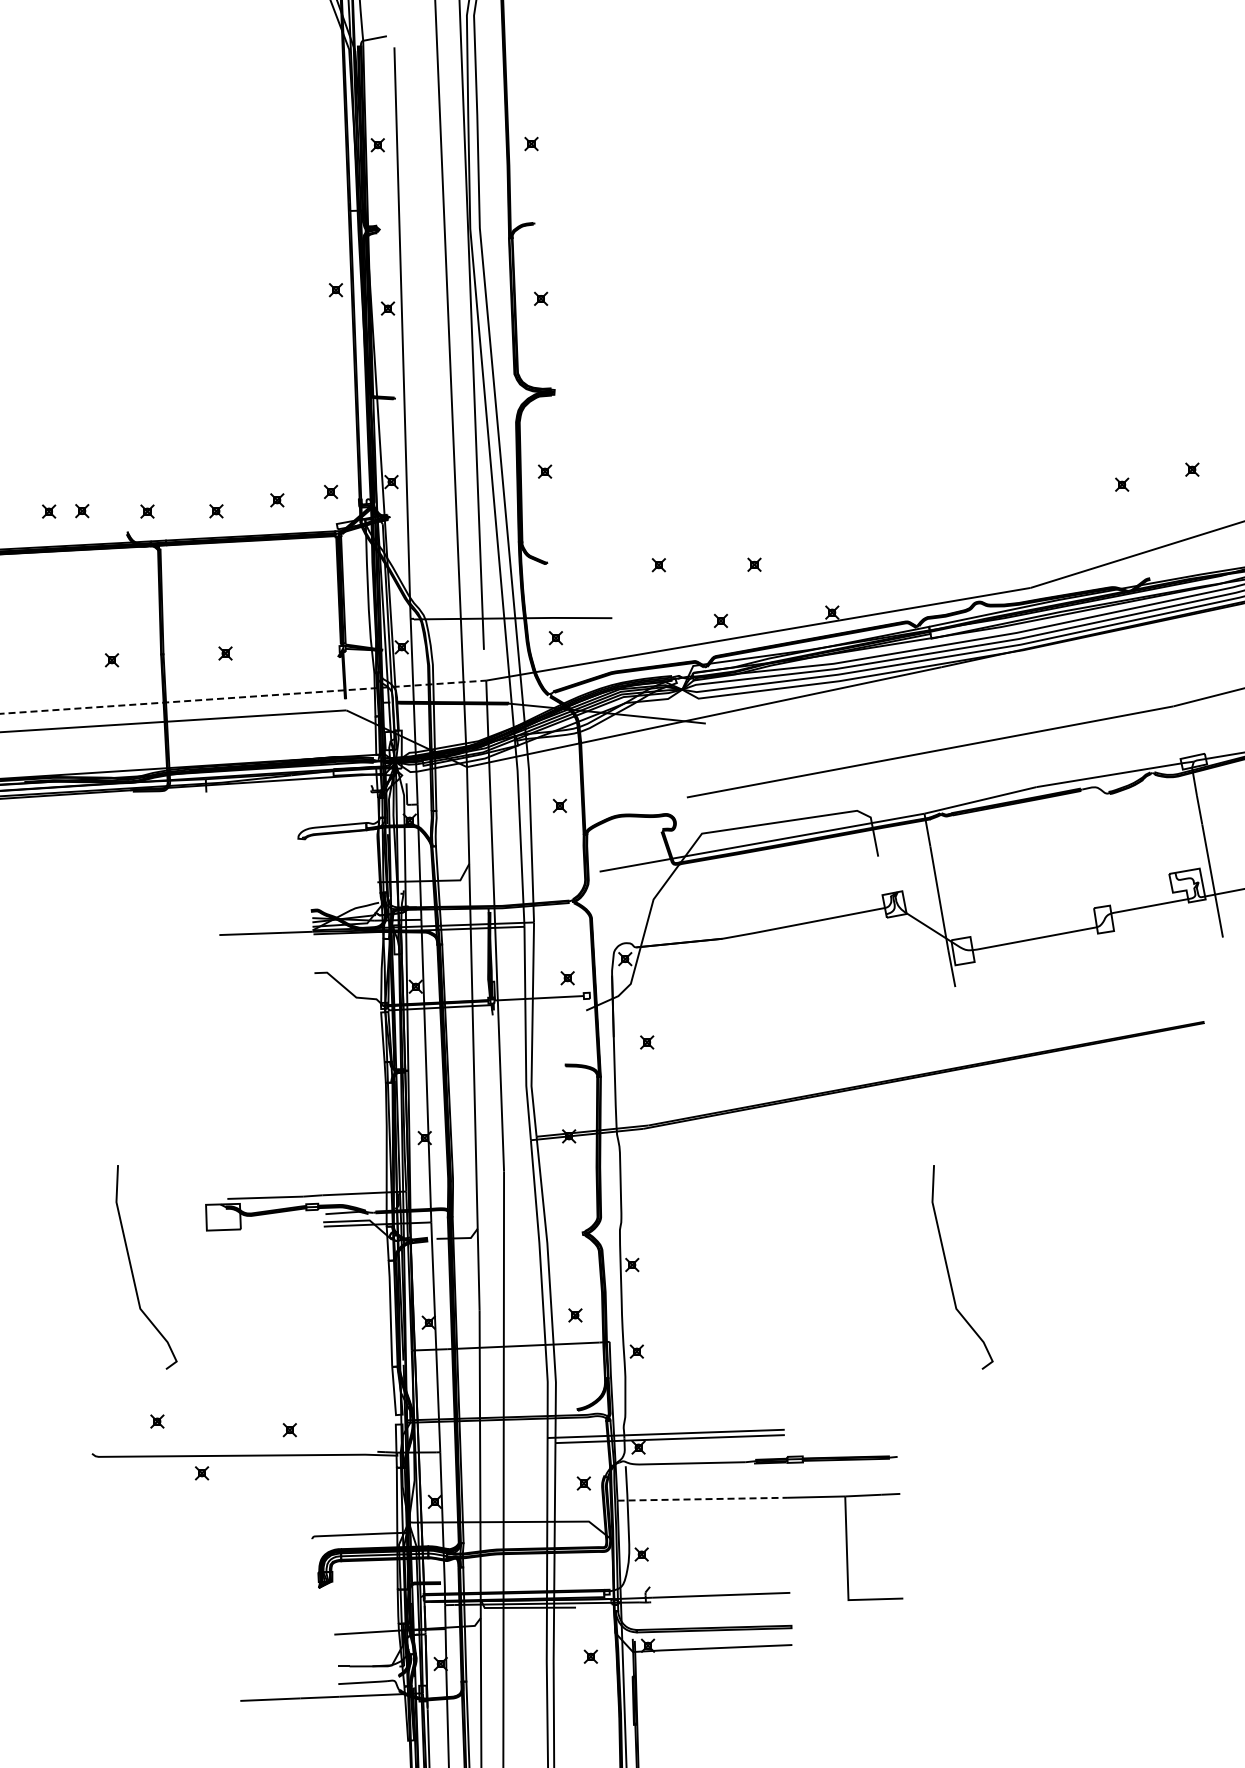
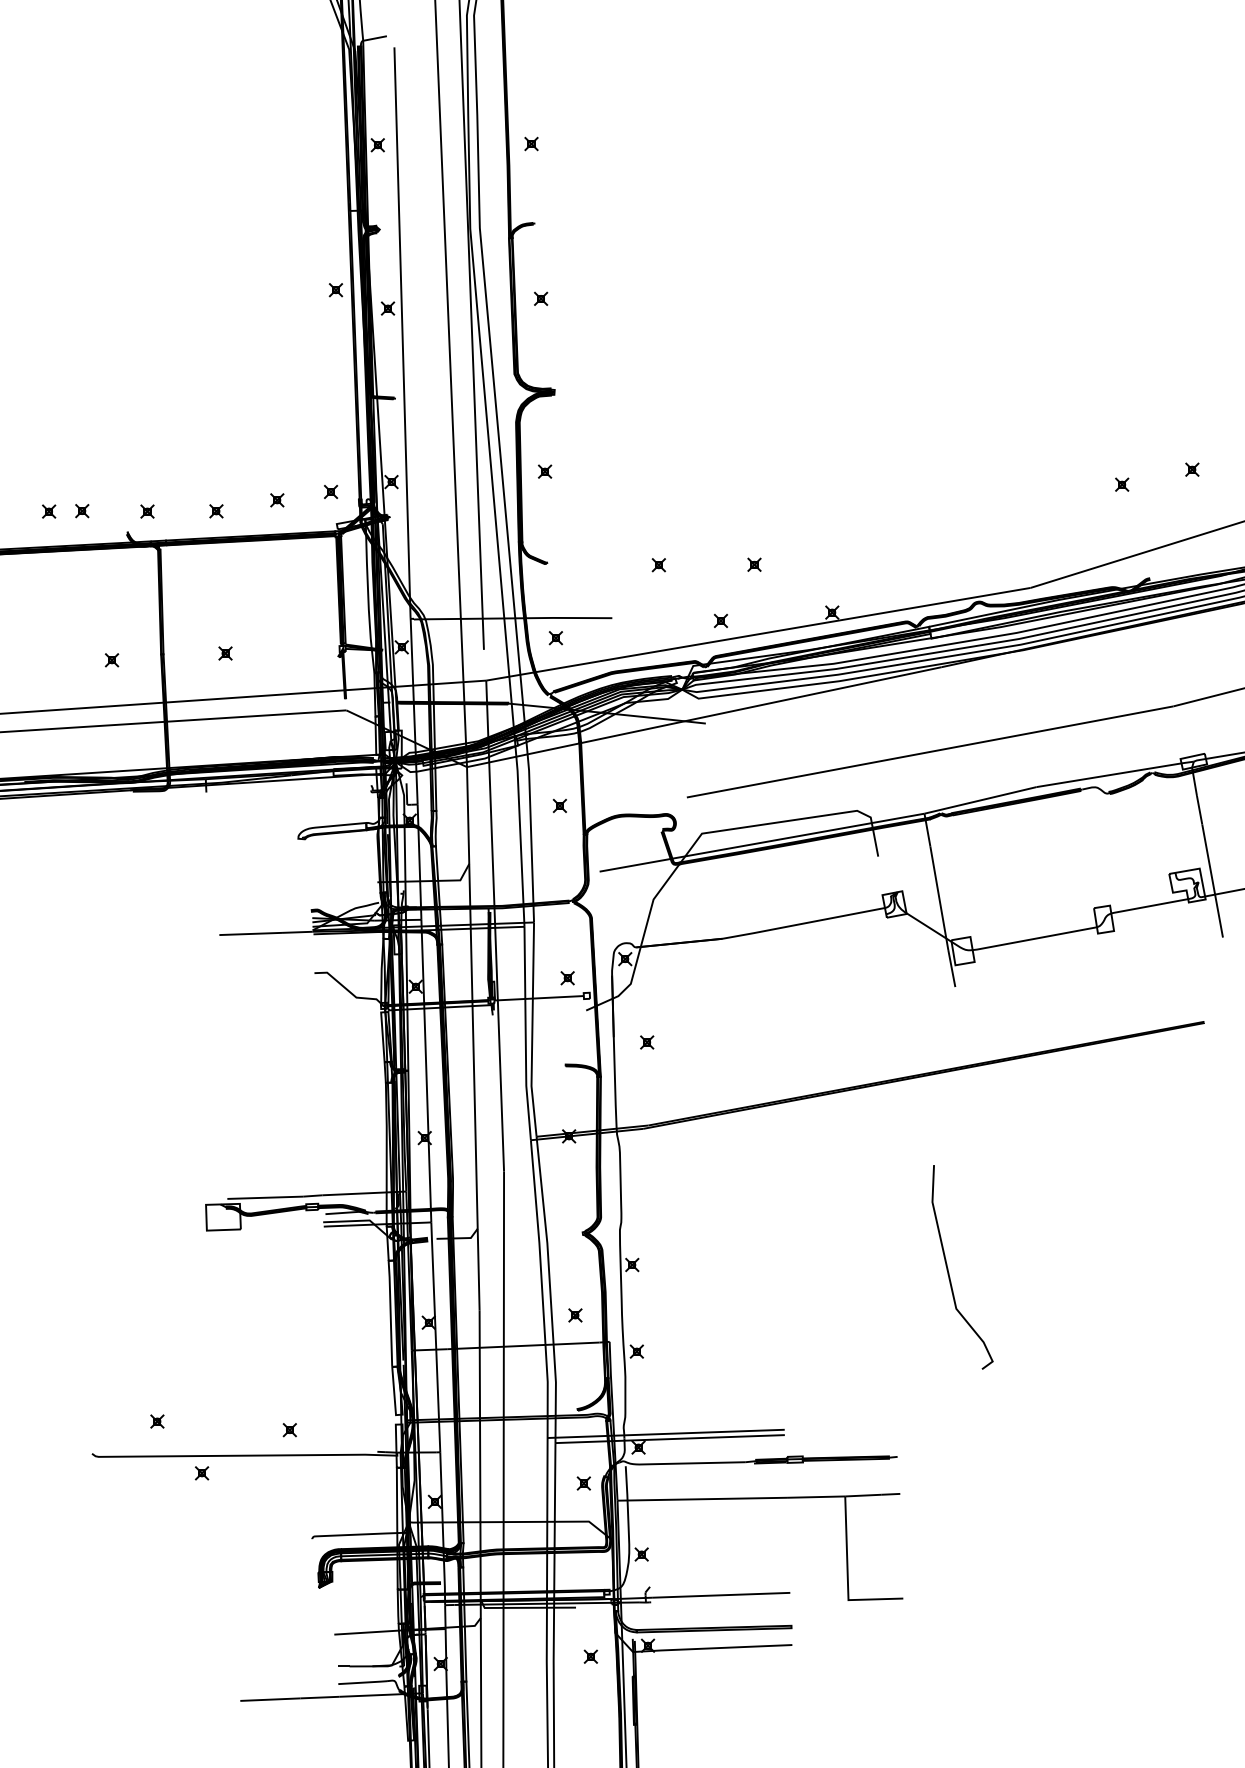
line at (243, 697): dashed -> solid
curve at (133, 1272): present -> none
line at (702, 1499): dashed -> solid
